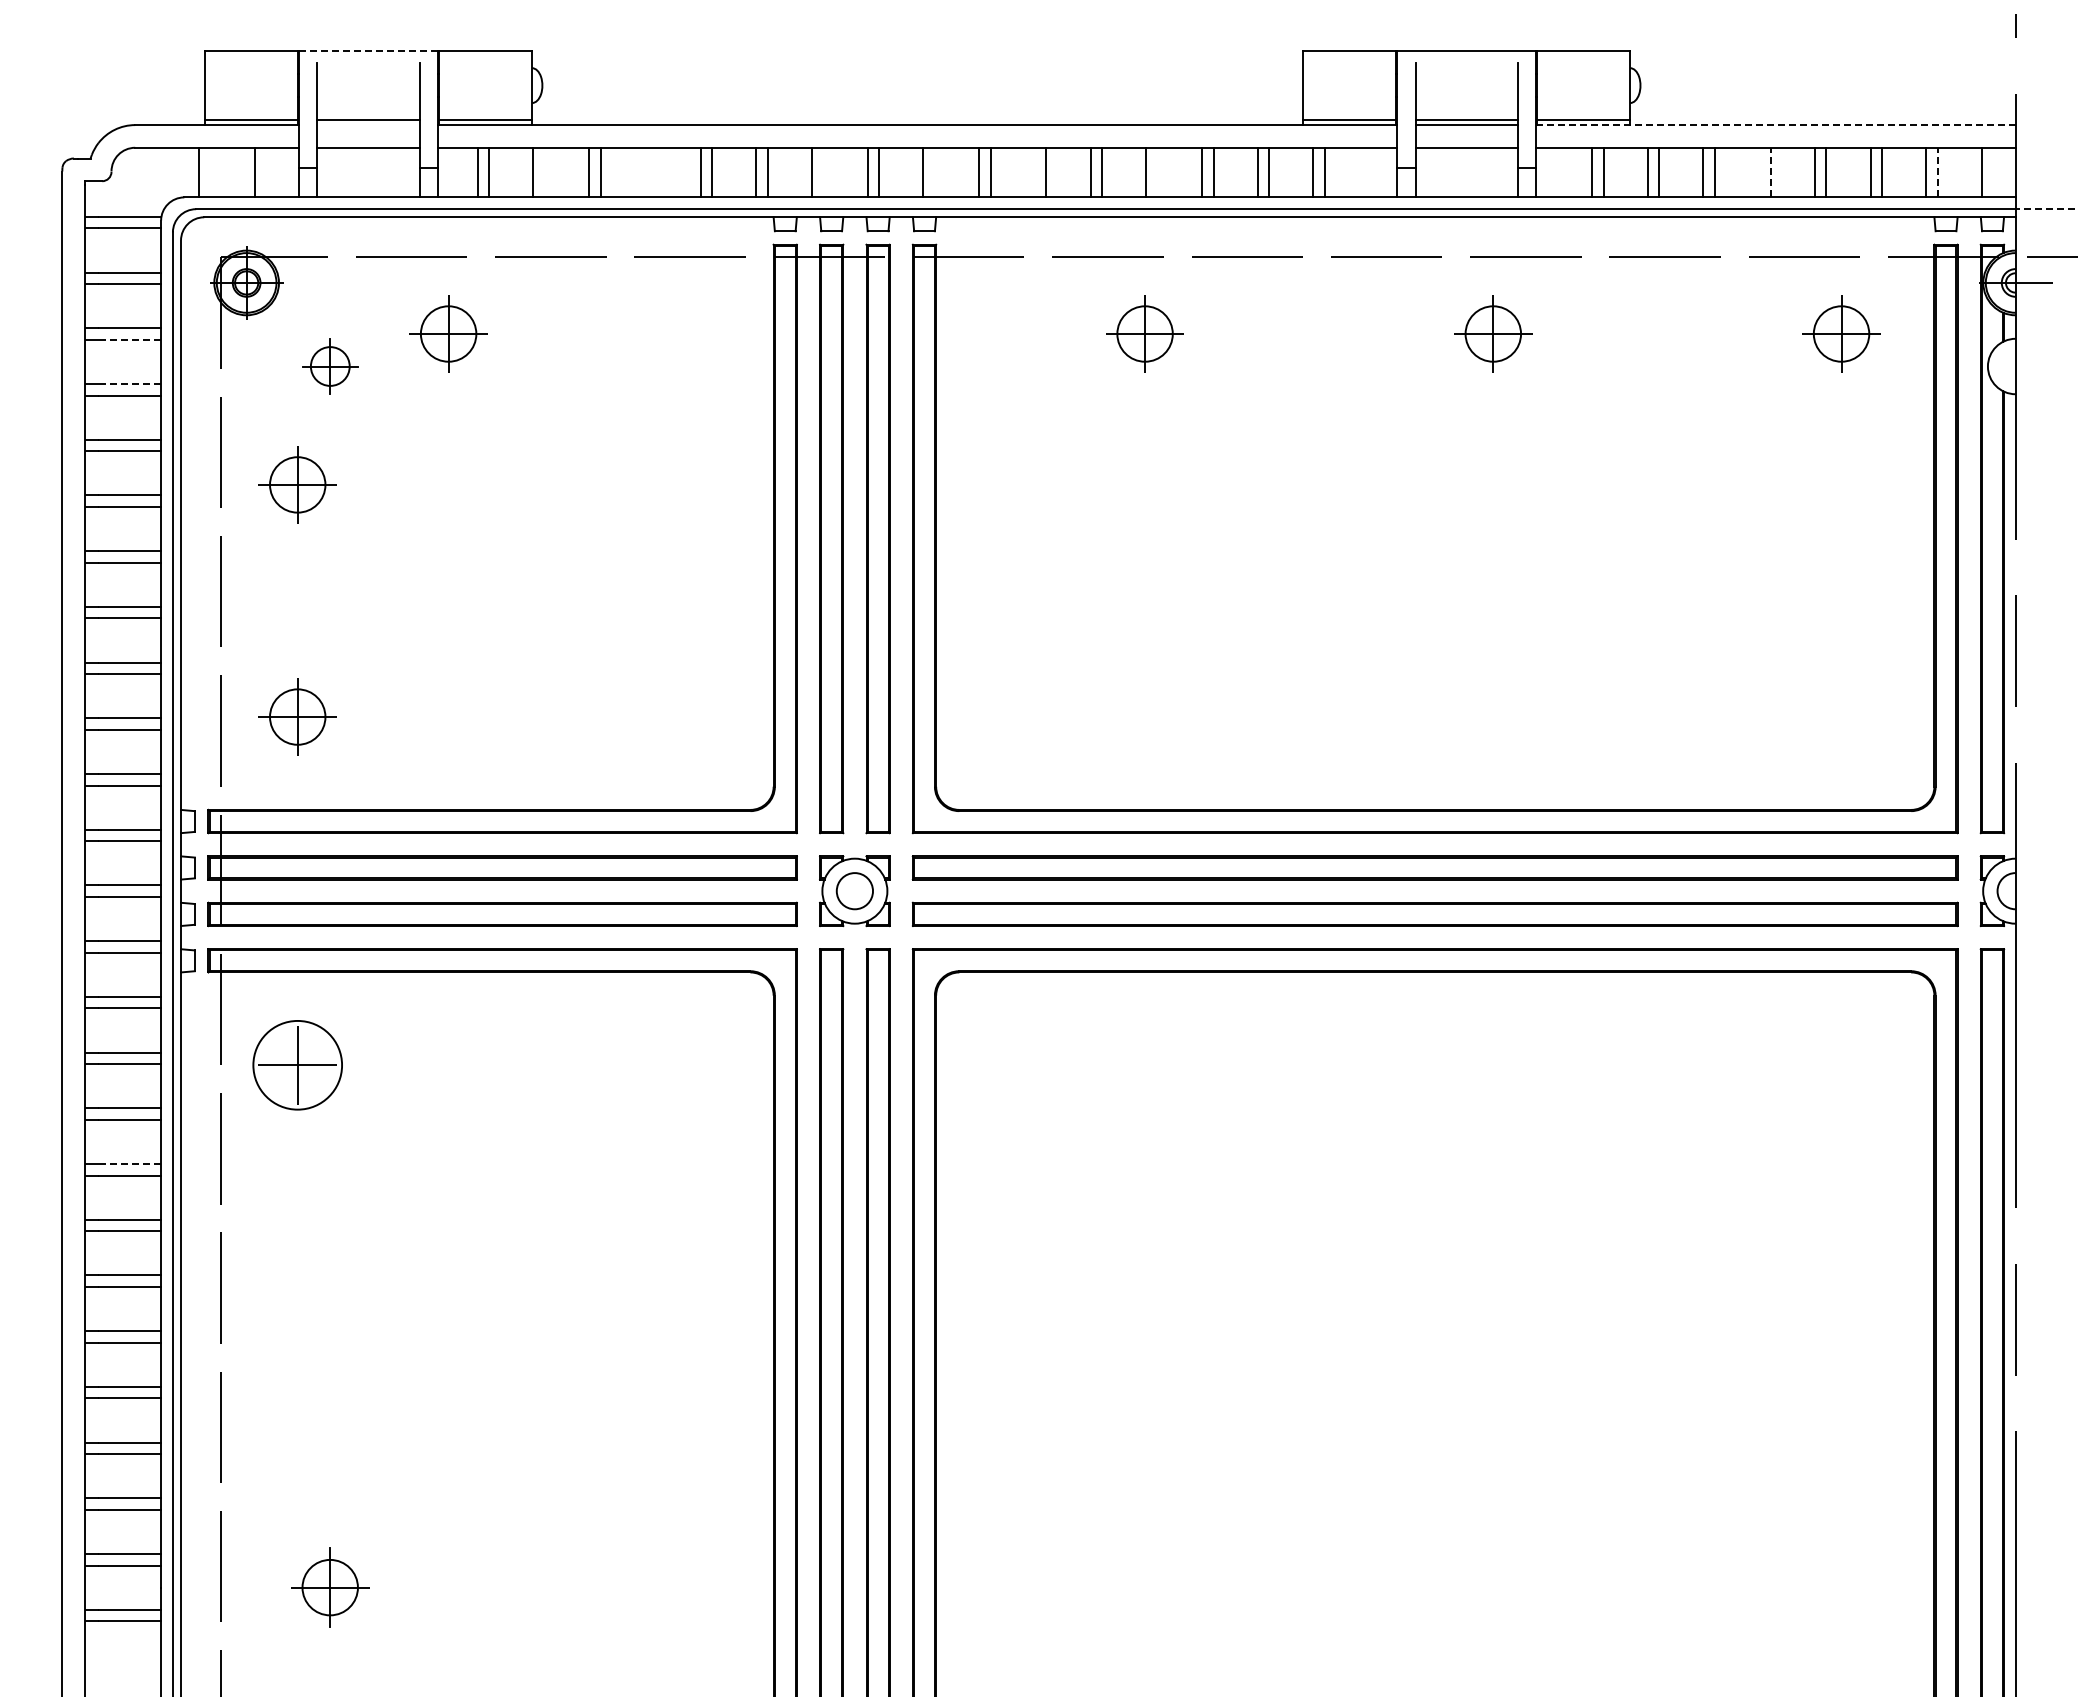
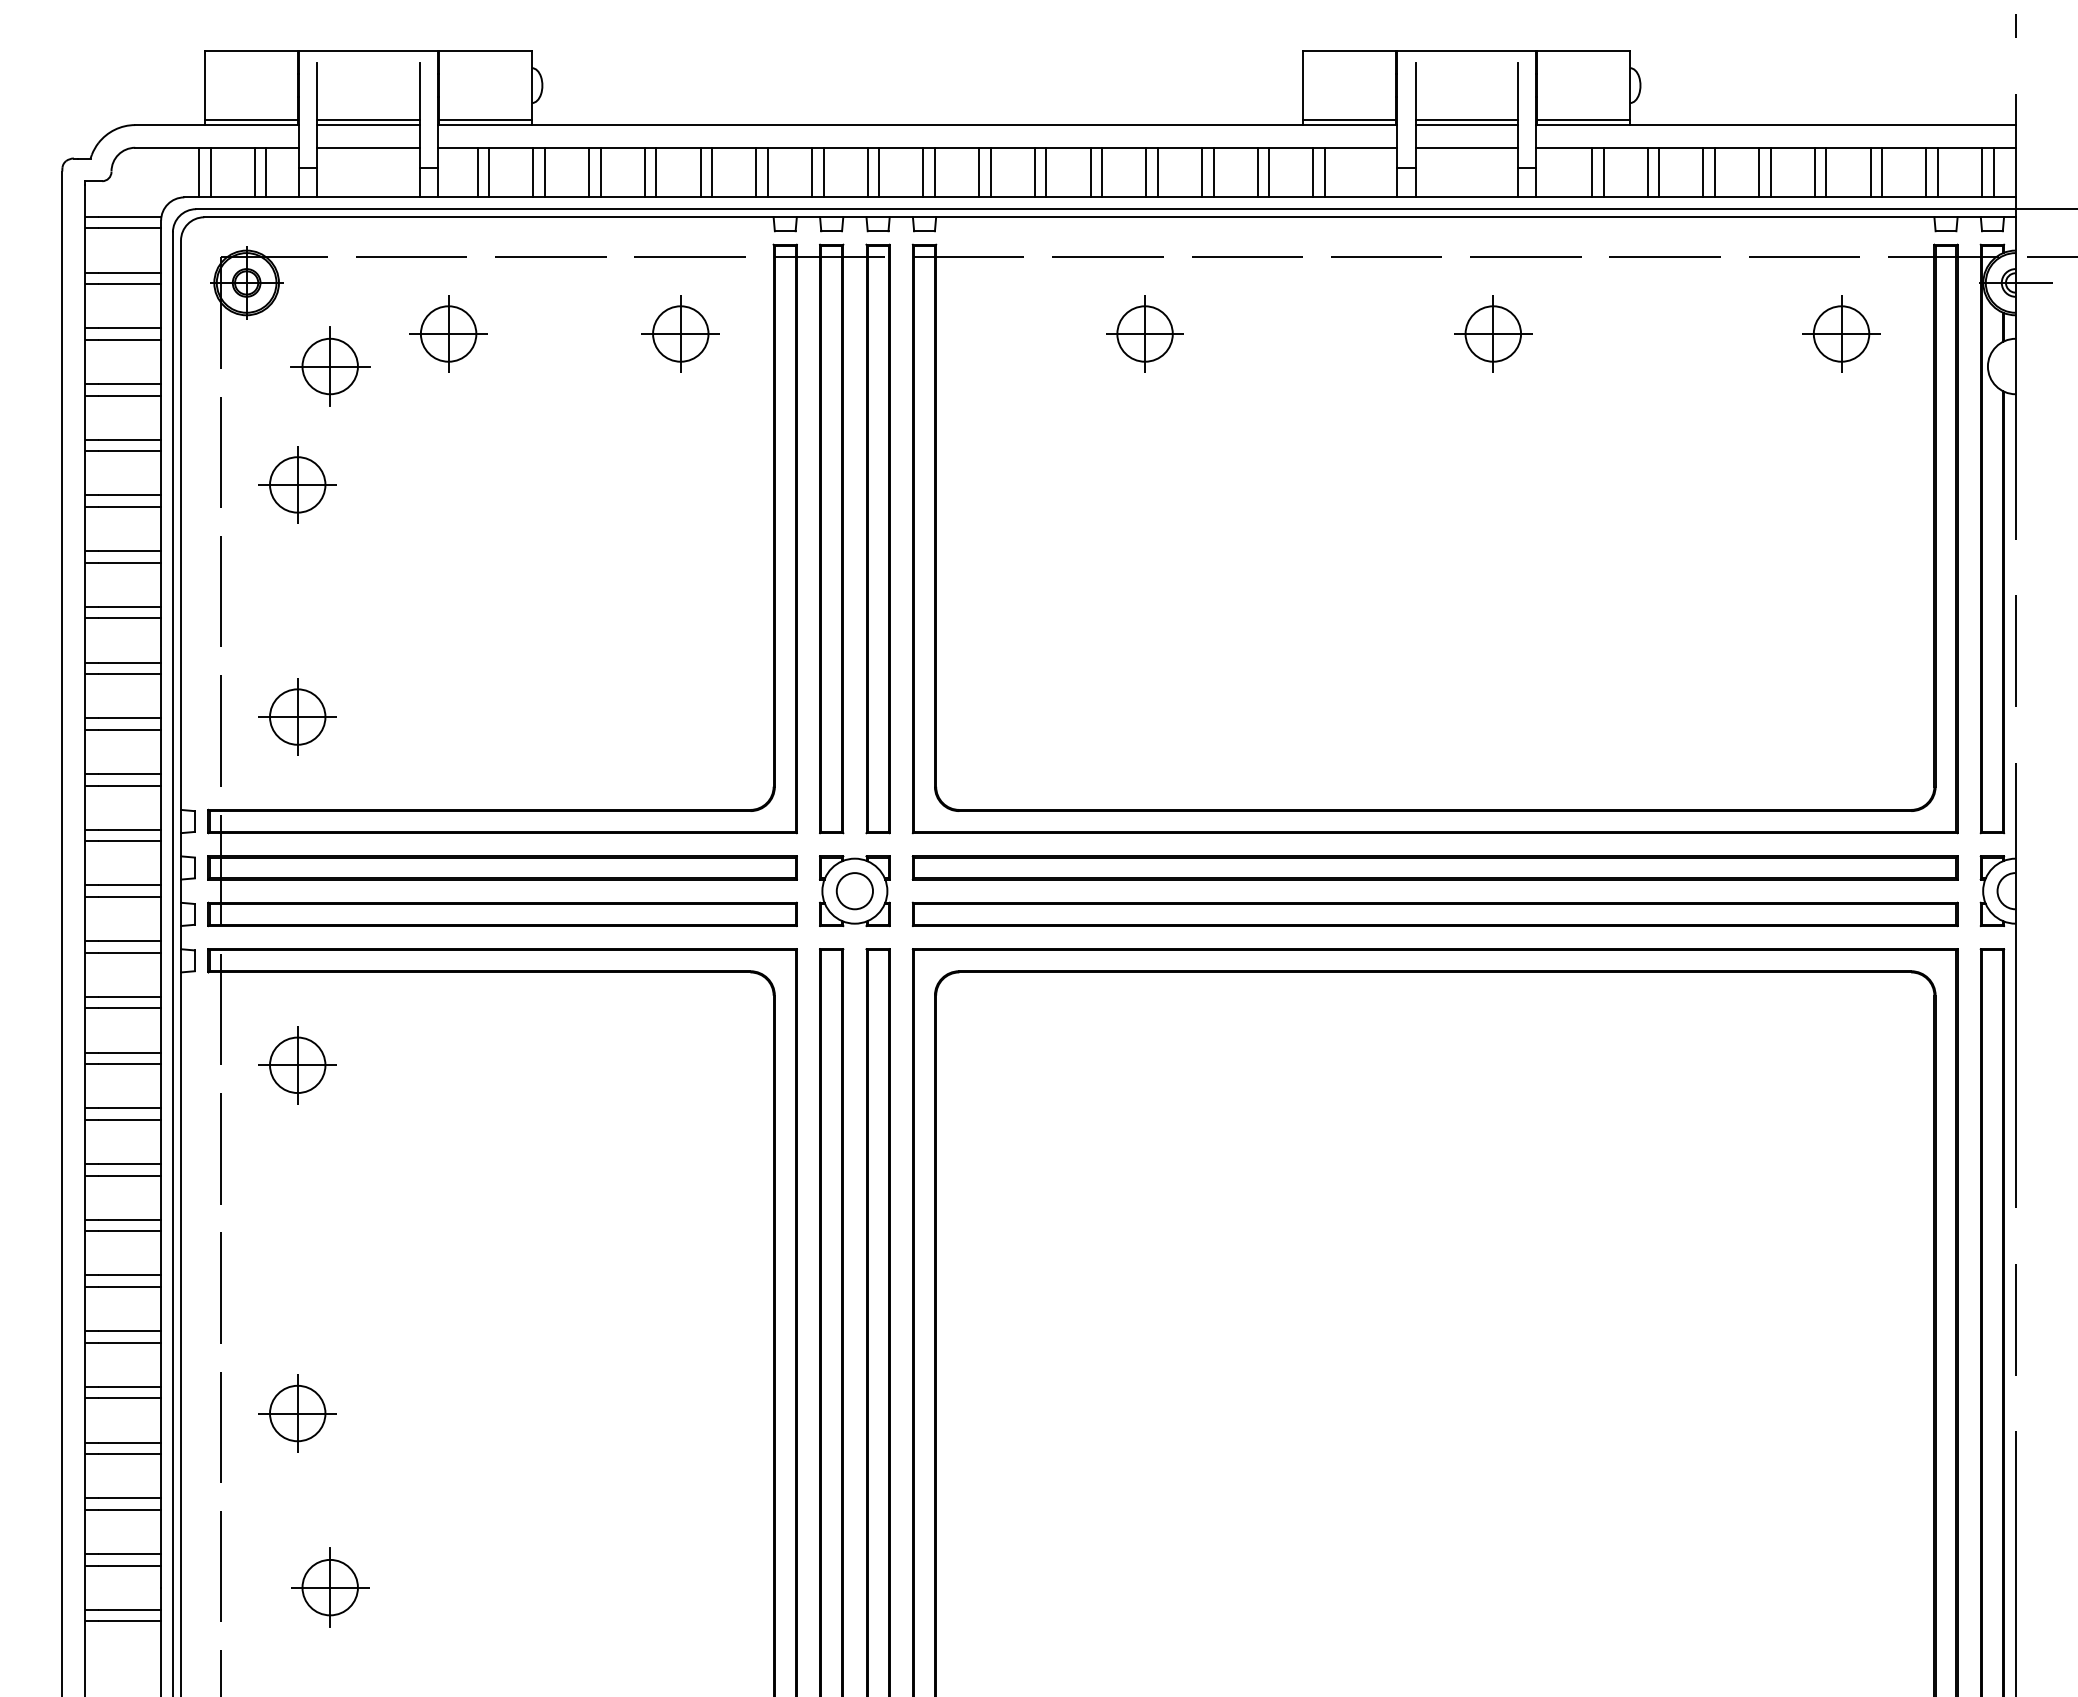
line at (368, 50): dashed -> solid
line at (368, 125): none -> present
line at (1775, 125): dashed -> solid
line at (210, 172): none -> present
line at (266, 172): none -> present
line at (544, 172): none -> present
line at (644, 172): none -> present
line at (656, 172): none -> present
line at (823, 172): none -> present
line at (934, 172): none -> present
line at (1034, 172): none -> present
line at (1157, 172): none -> present
line at (1759, 172): none -> present
line at (1770, 172): dashed -> solid
line at (1937, 172): dashed -> solid
line at (1993, 172): none -> present
line at (2046, 209): dashed -> solid
part at (680, 333): none -> present
line at (130, 339): dashed -> solid
part at (330, 366) size: 57x57 px -> 81x81 px
line at (130, 383): dashed -> solid
circle at (297, 1064) diameter: 89 px -> 55 px
line at (130, 1163): dashed -> solid
part at (297, 1413): none -> present
